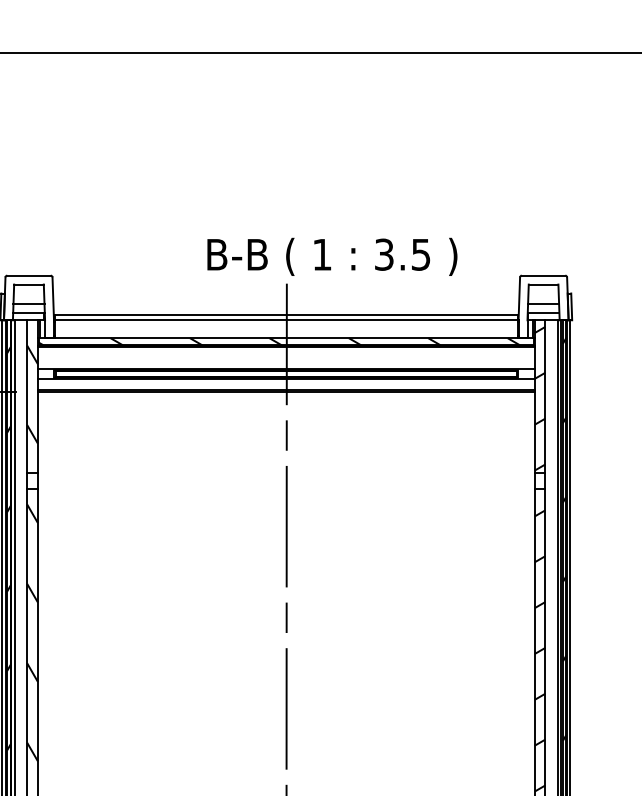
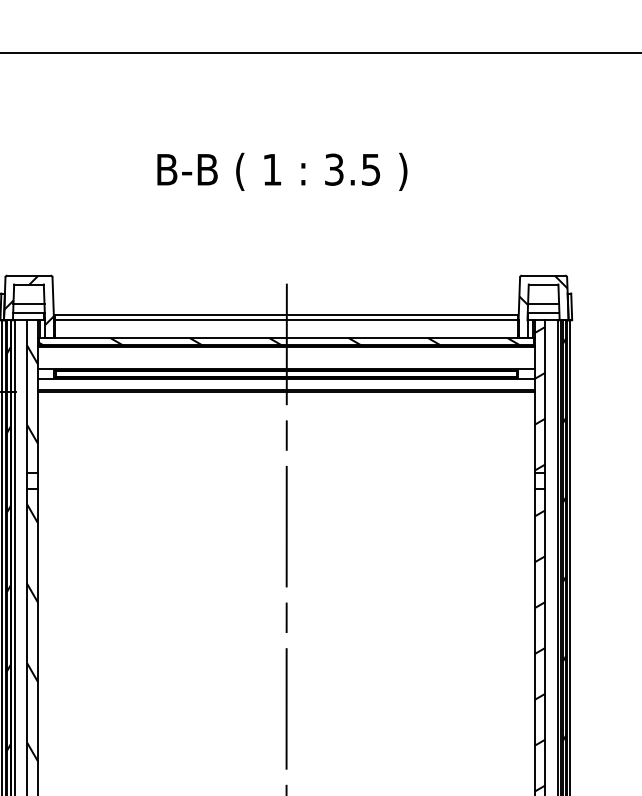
text at (332, 256) position: (332, 256) -> (282, 171)
hatch at (543, 290): none -> present
hatch at (28, 300): none -> present
